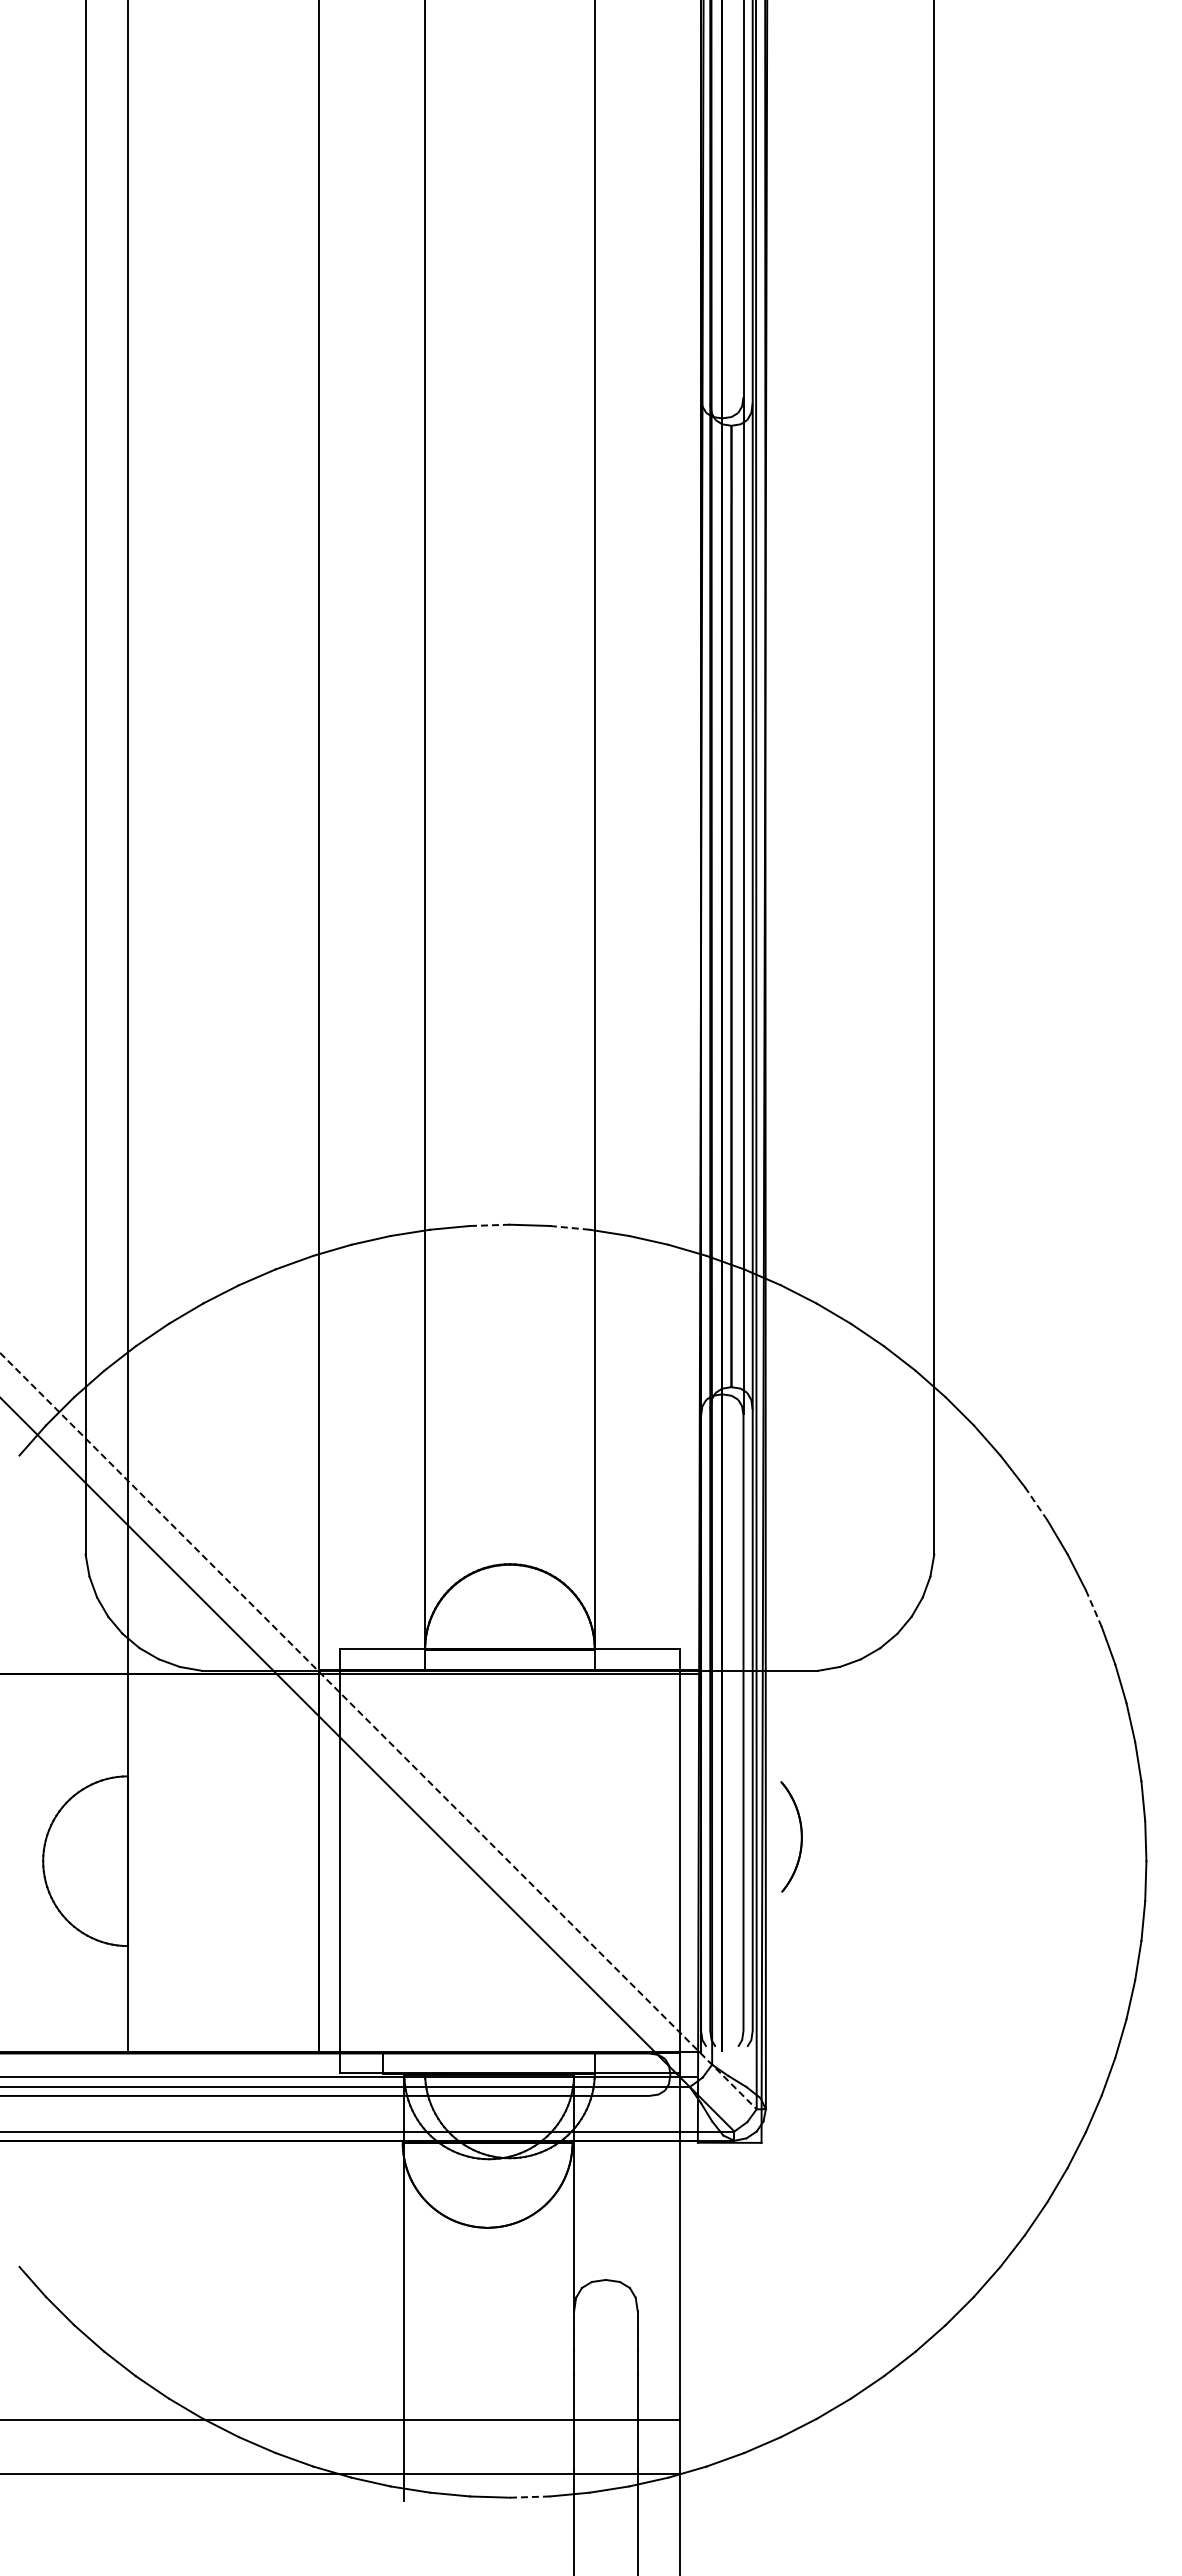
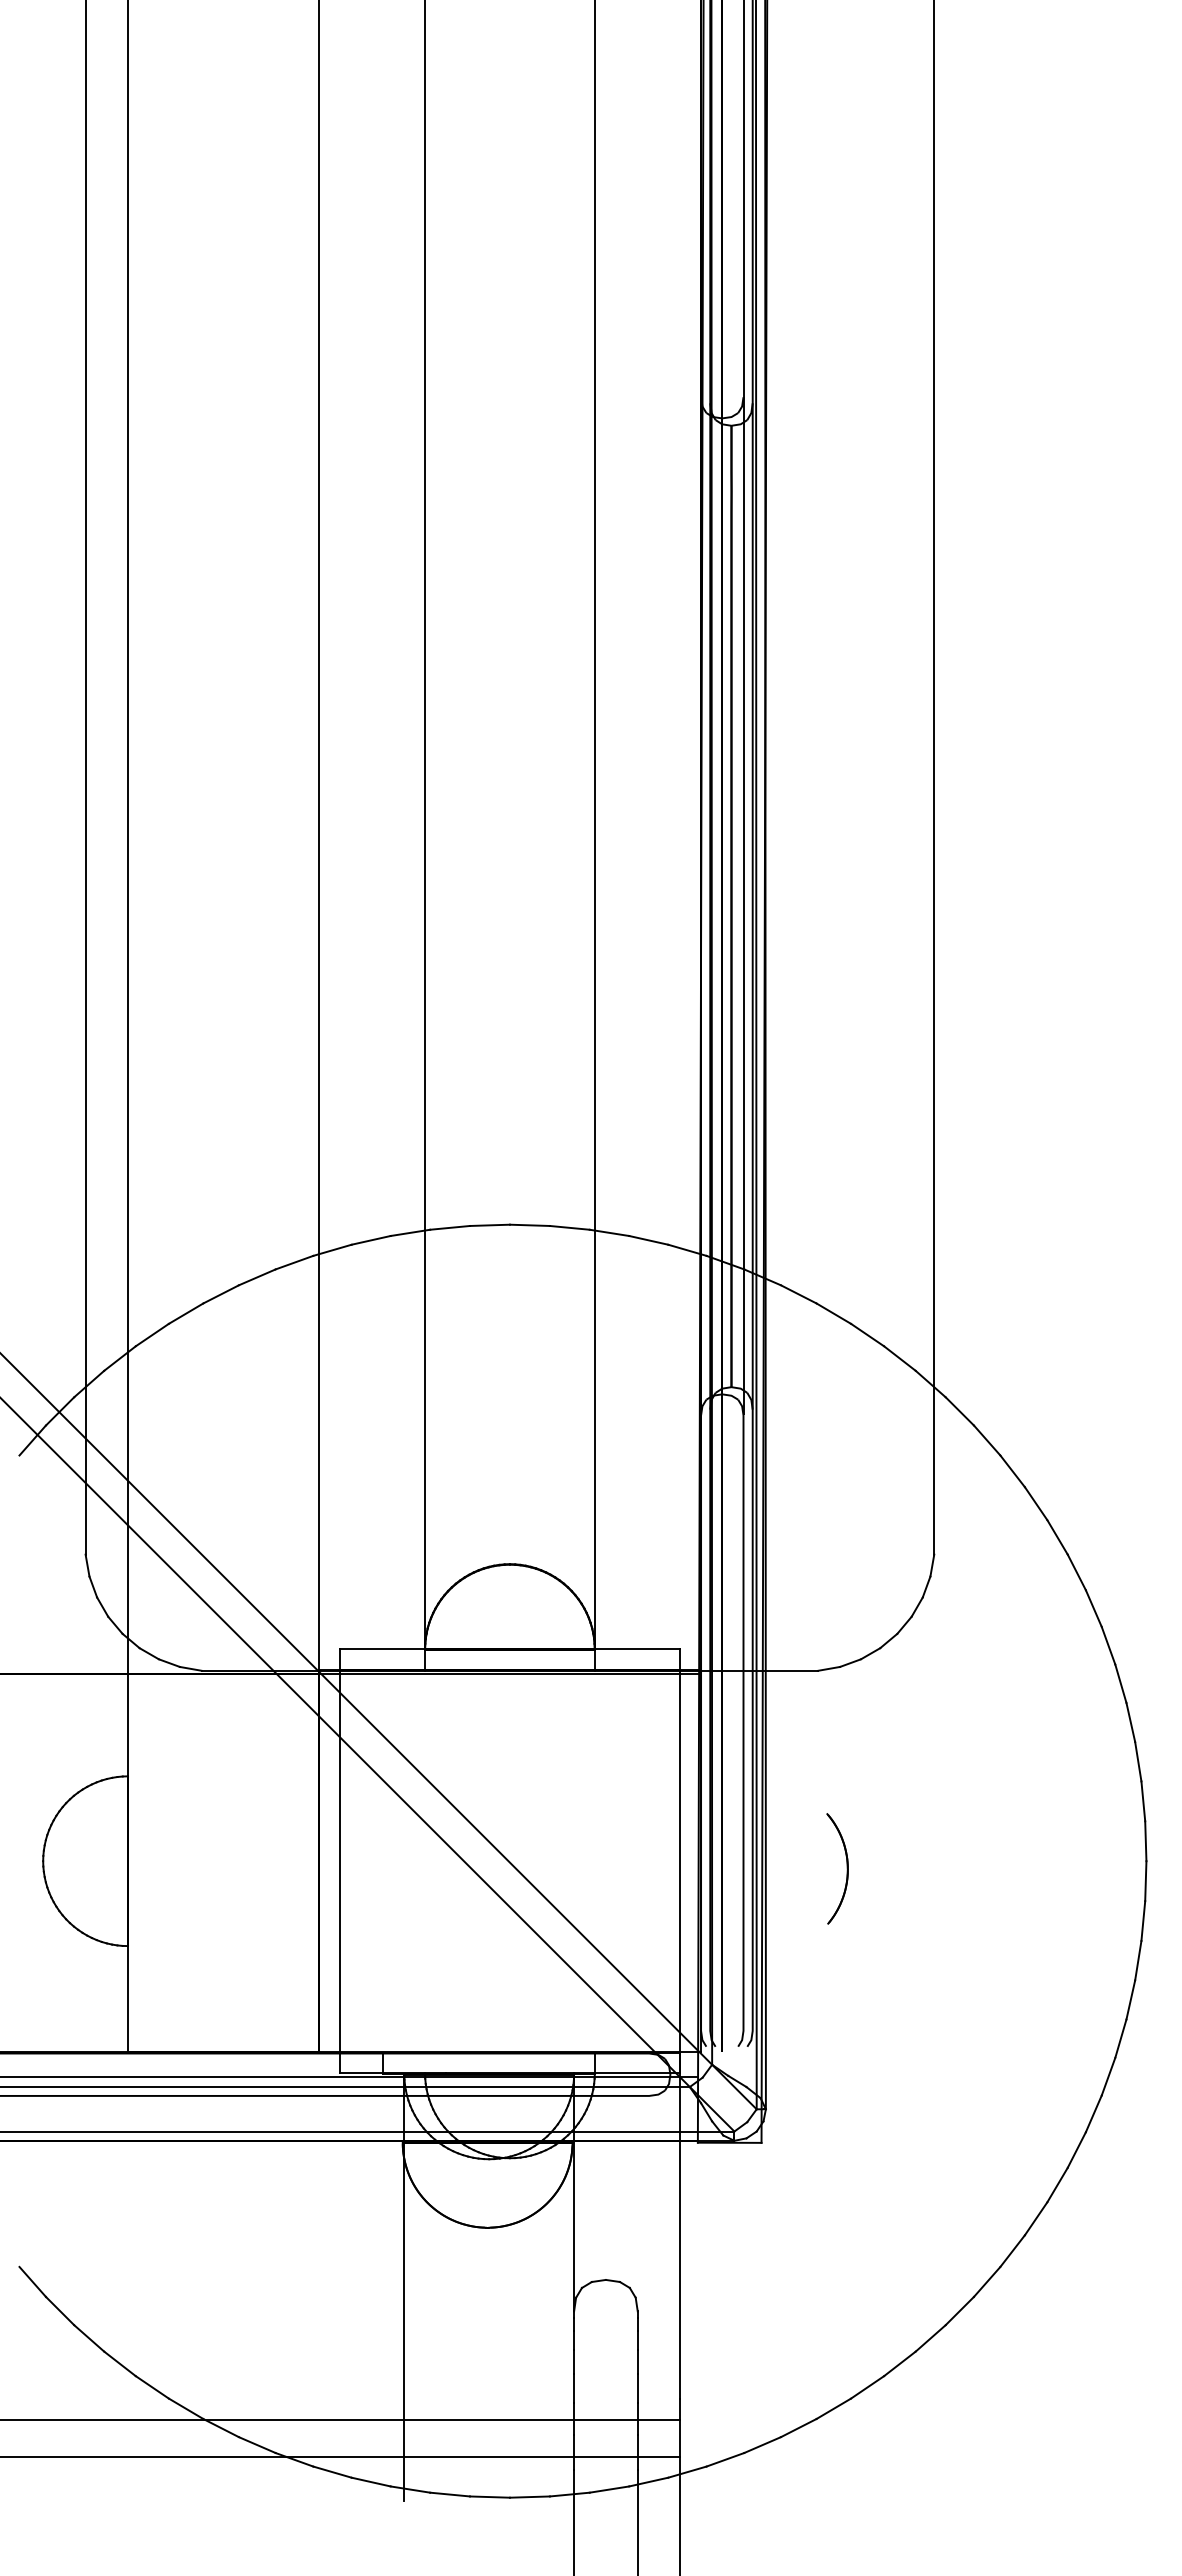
line at (489, 1225): dashed -> solid
line at (569, 1227): dashed -> solid
line at (1036, 1503): dashed -> solid
line at (1093, 1608): dashed -> solid
line at (379, 1731): dashed -> solid
part at (800, 1836) position: (800, 1836) -> (846, 1868)
line at (341, 2473) position: (341, 2473) -> (341, 2456)
line at (529, 2497): dashed -> solid
